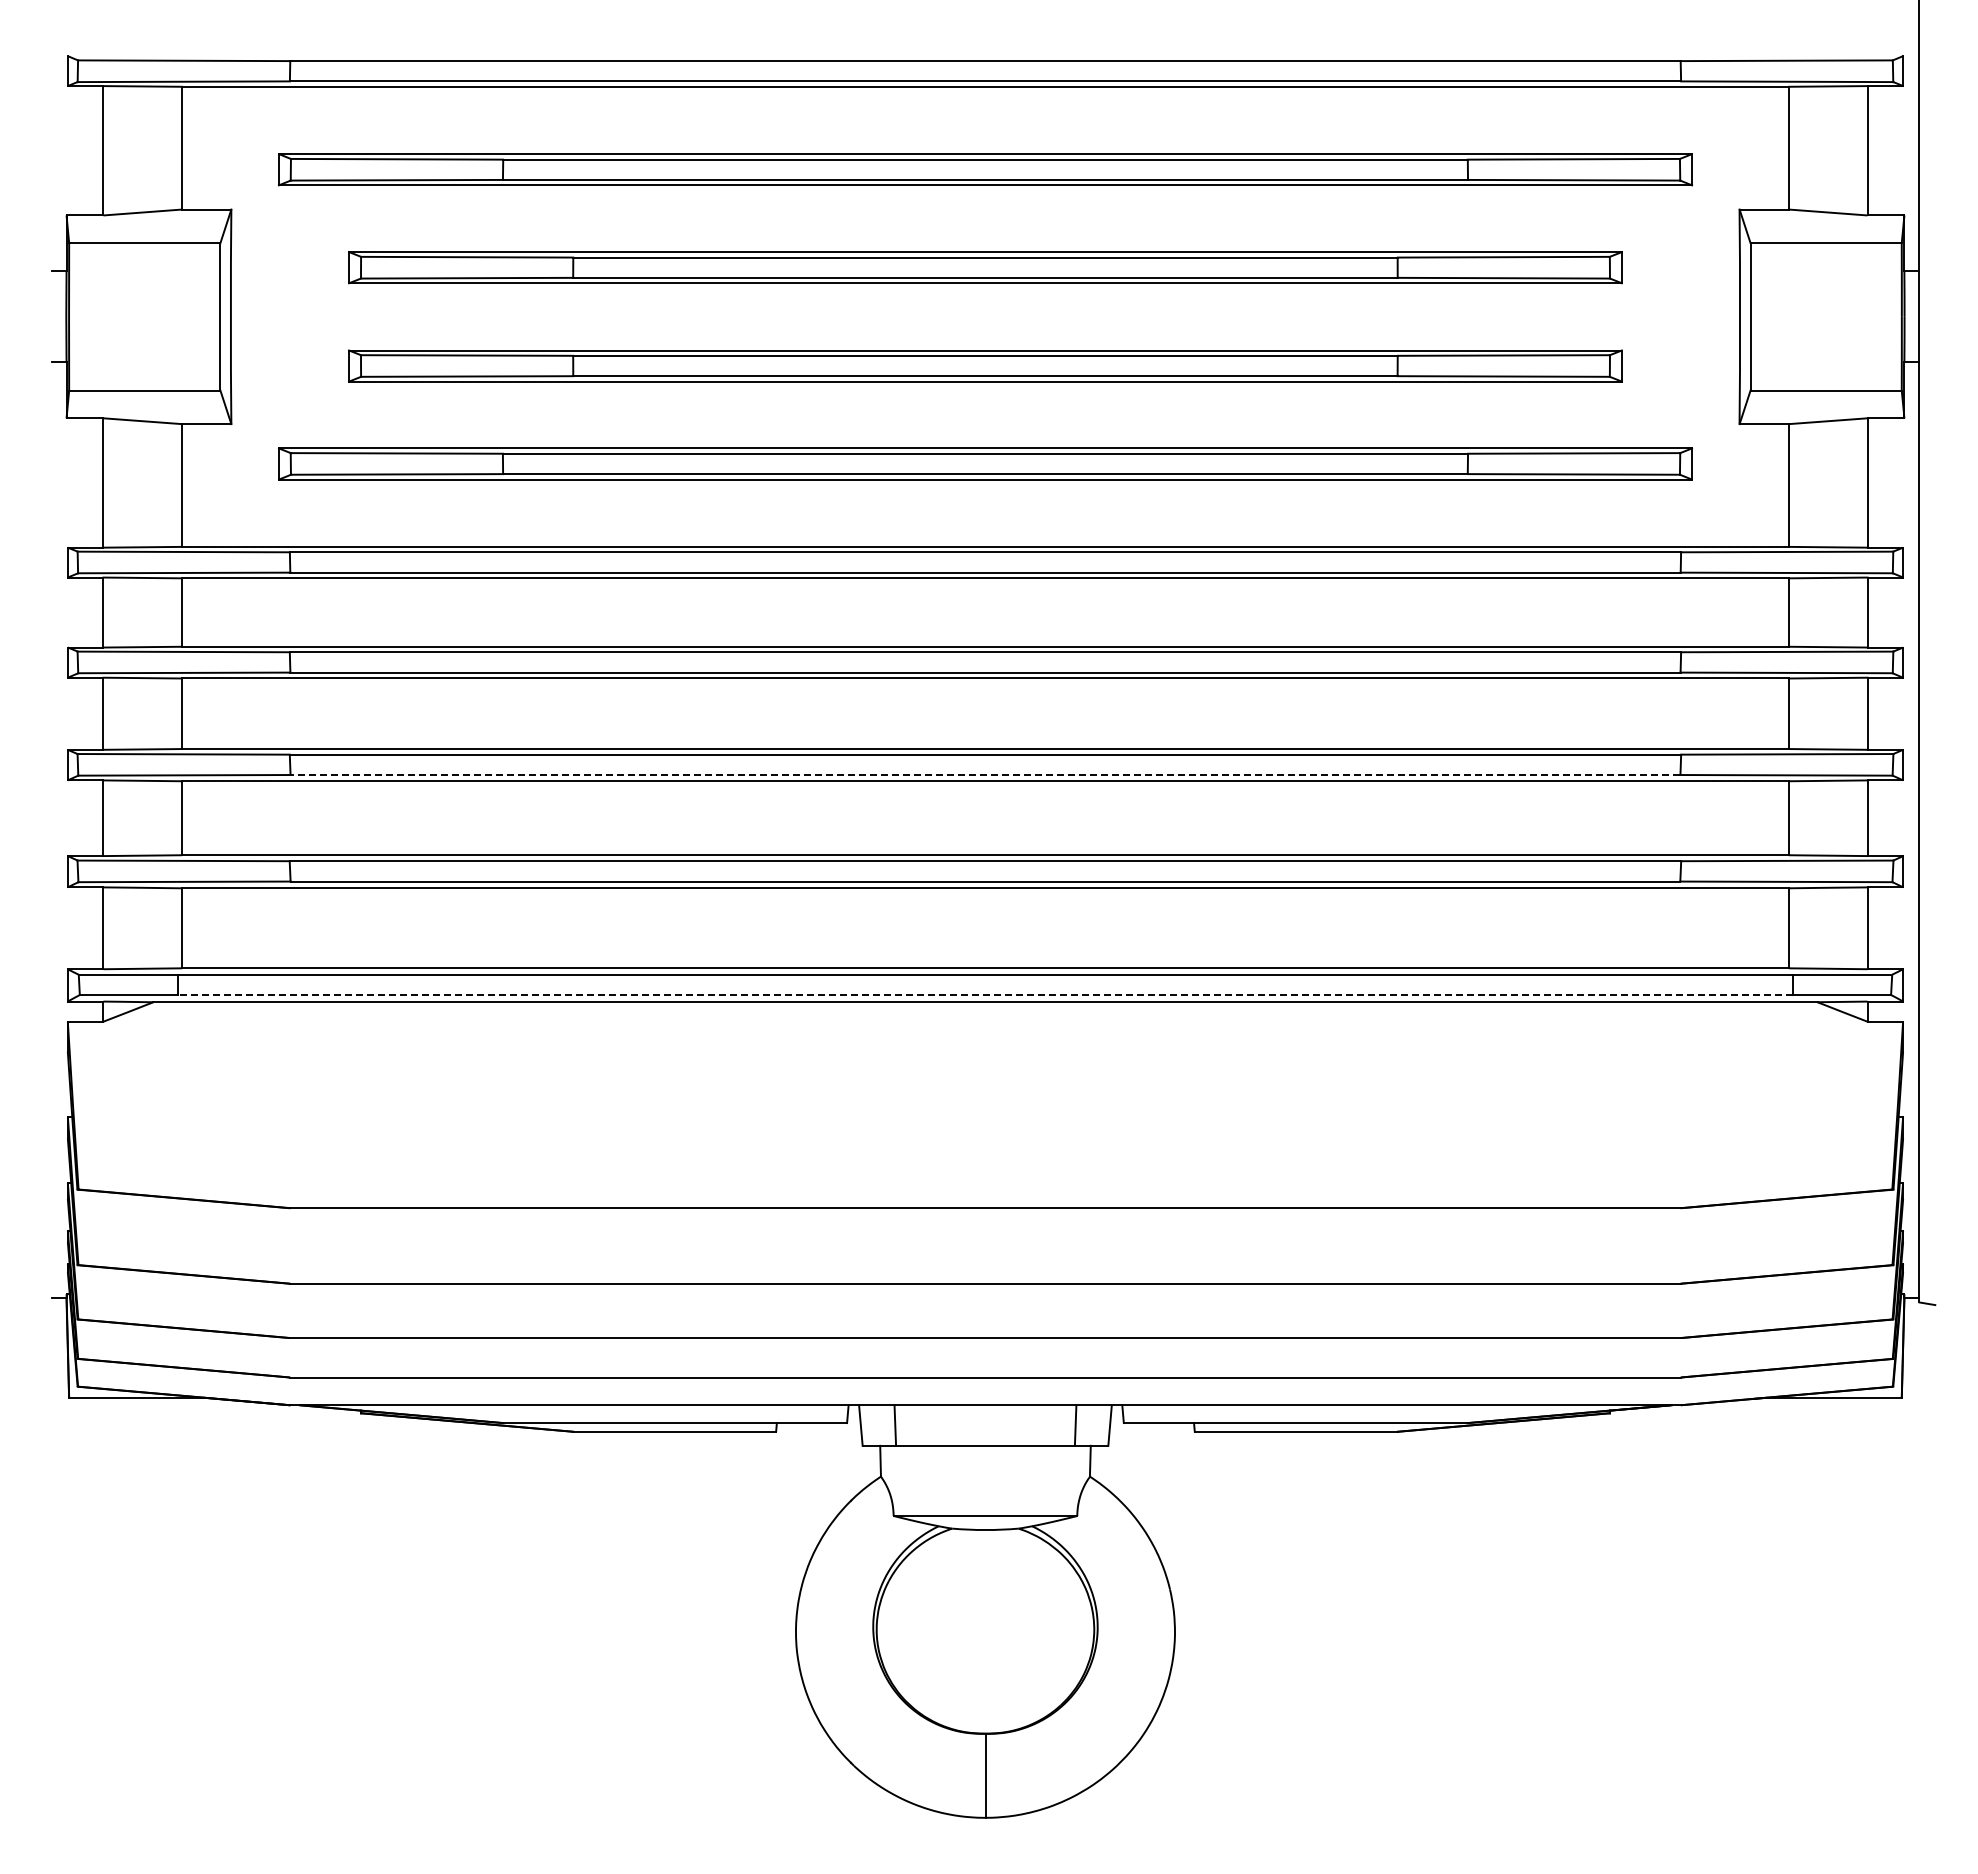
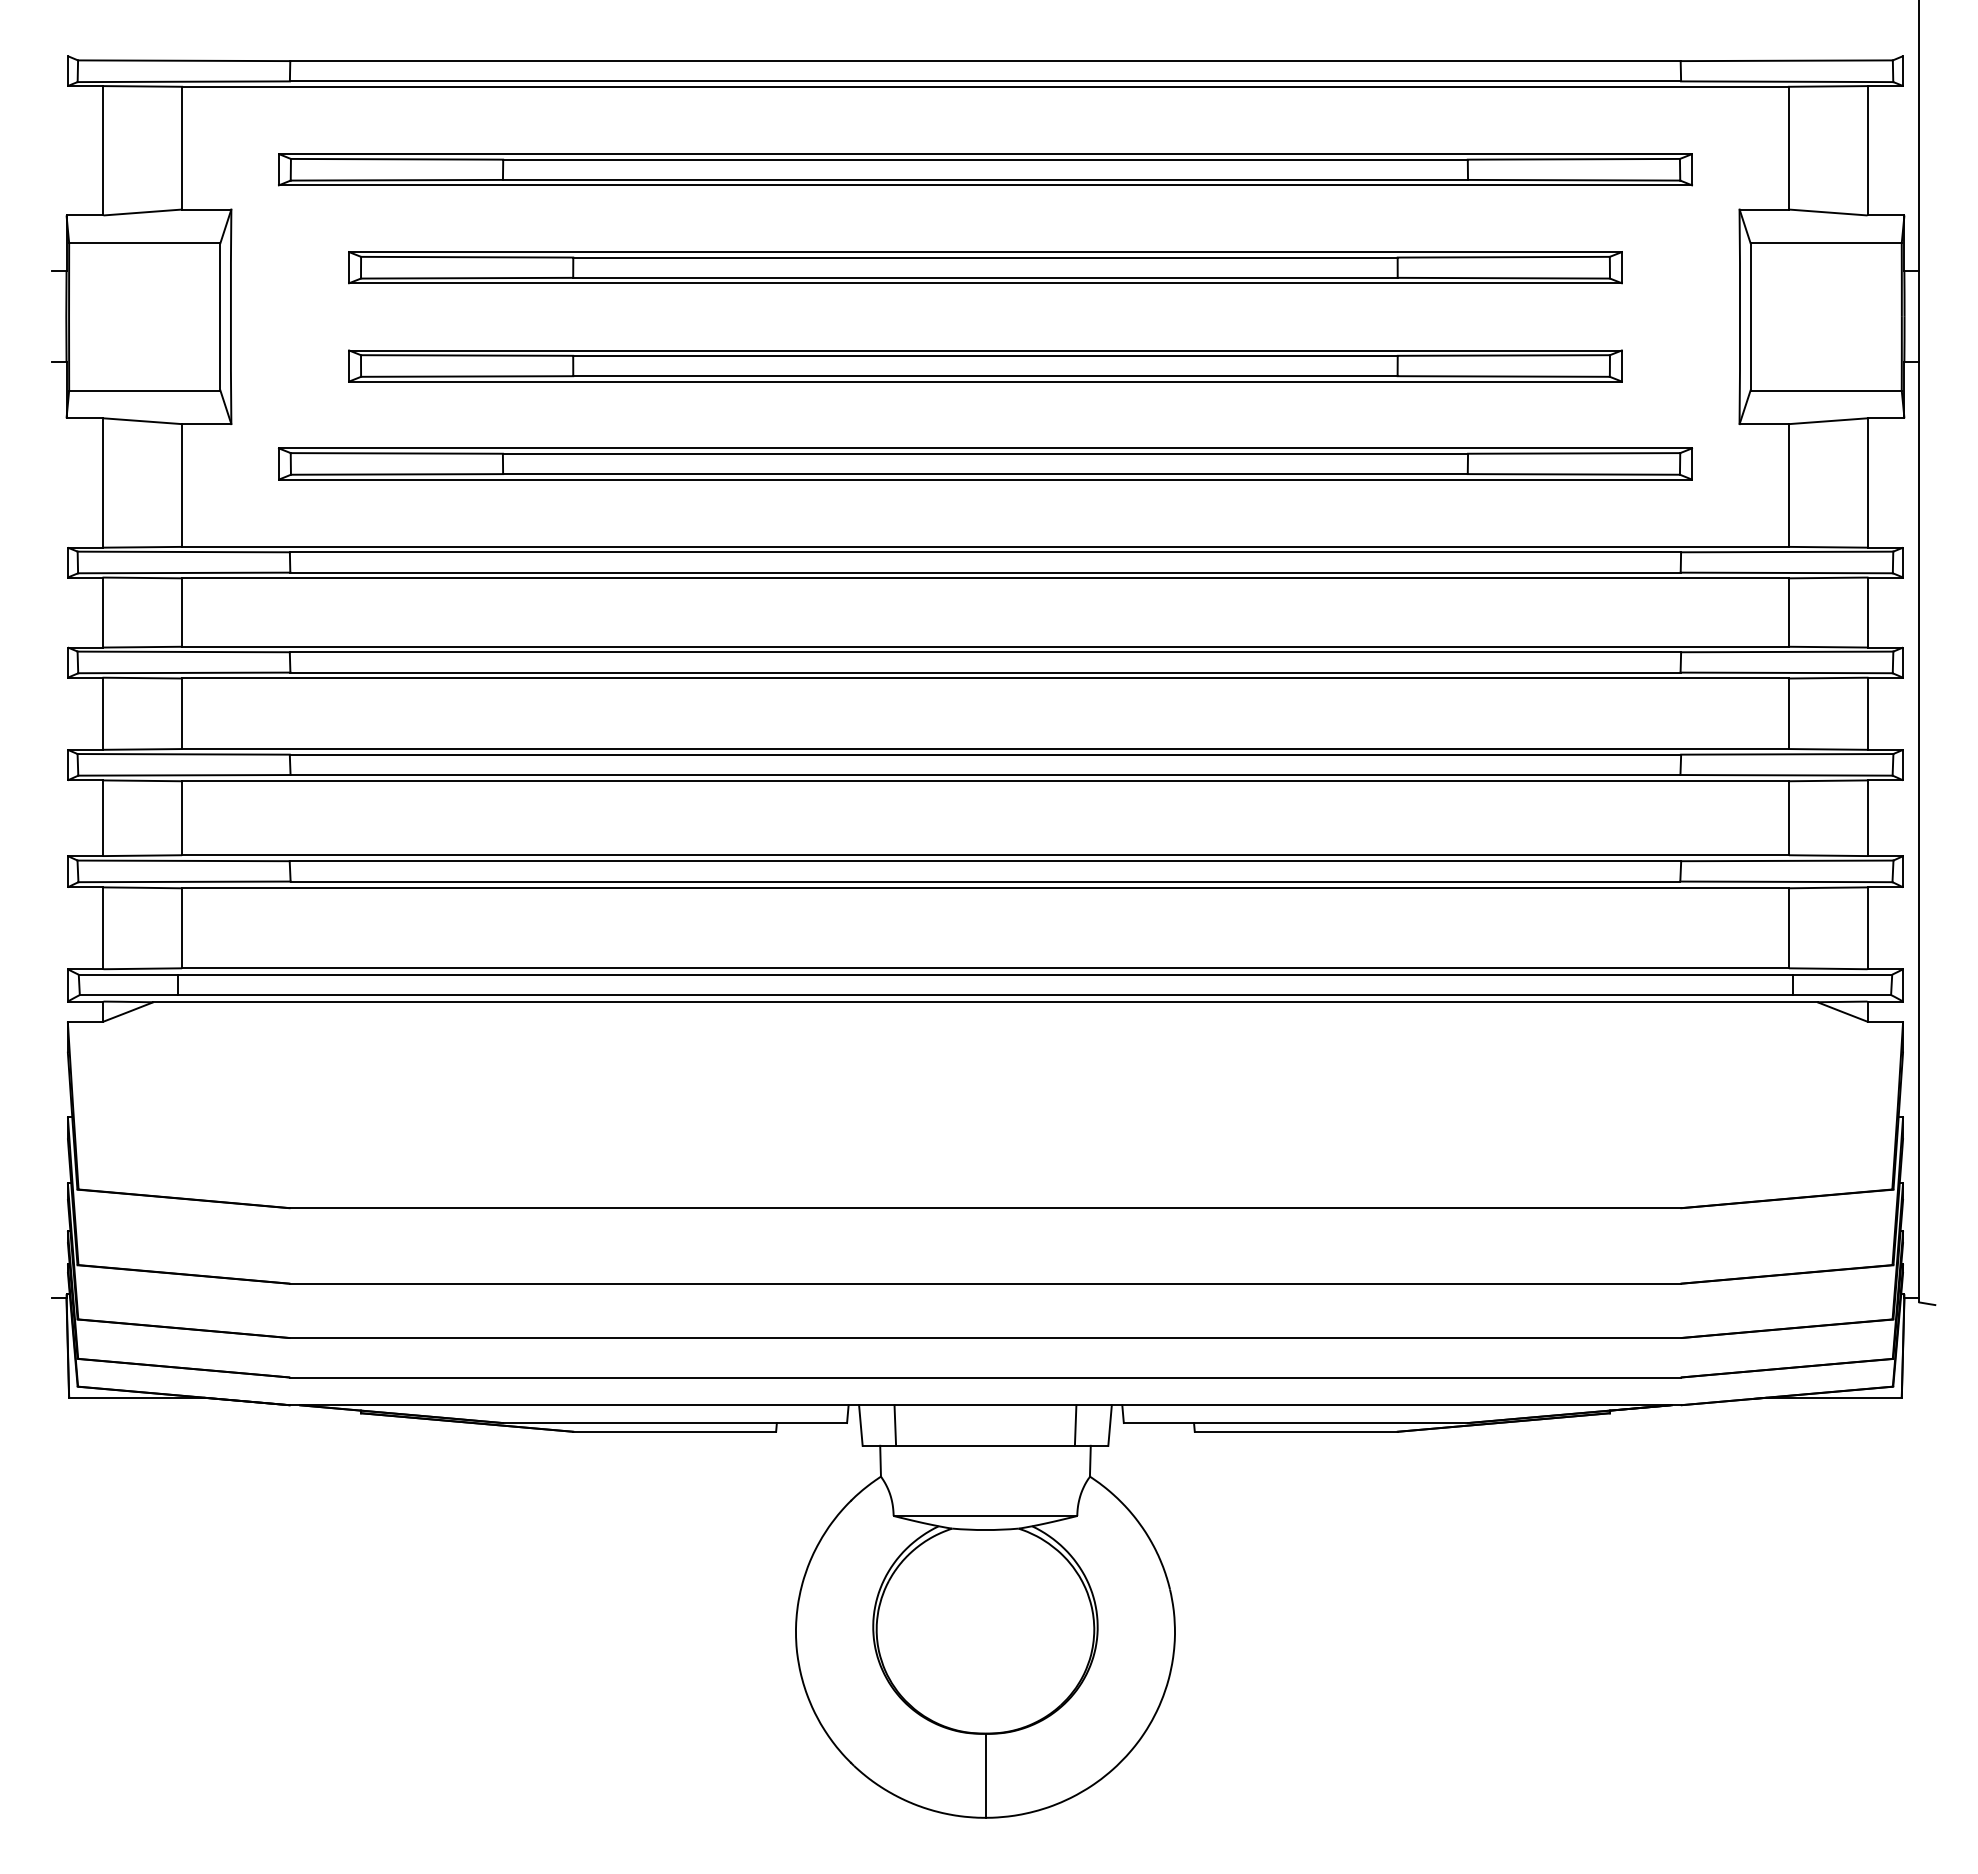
line at (985, 775): dashed -> solid
line at (985, 994): dashed -> solid
